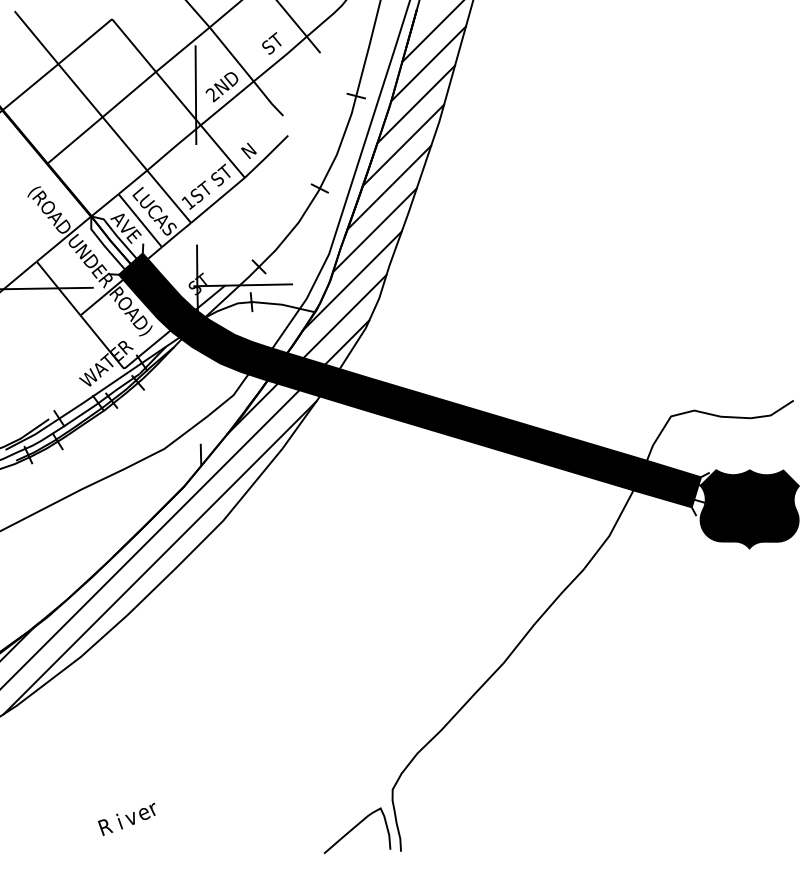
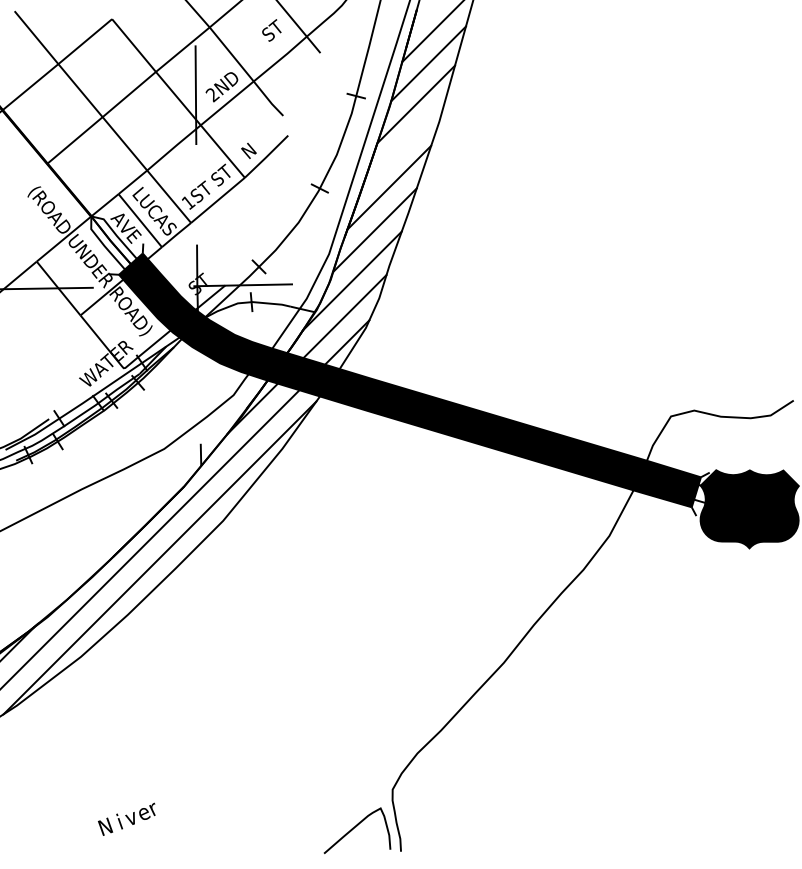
text at (271, 43) position: (271, 43) -> (271, 30)
line at (403, 144): present -> none
text at (106, 825): R -> N
